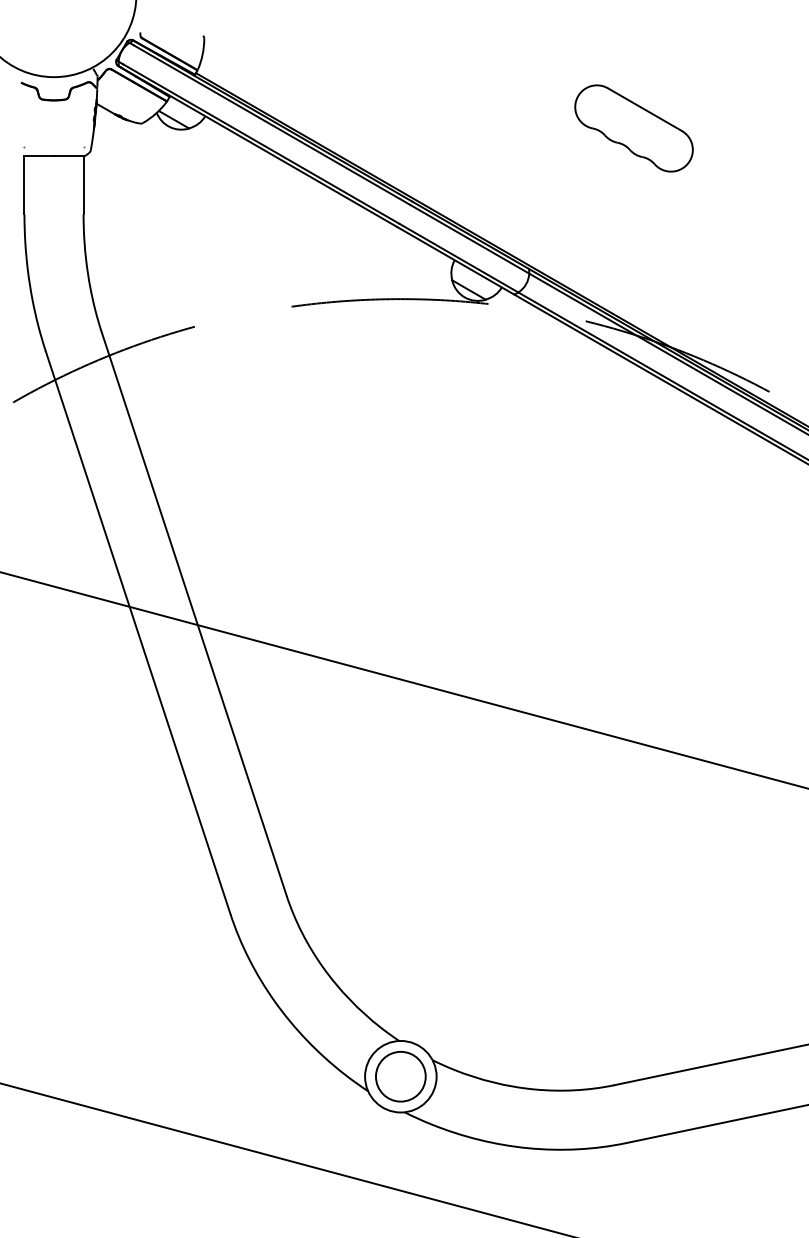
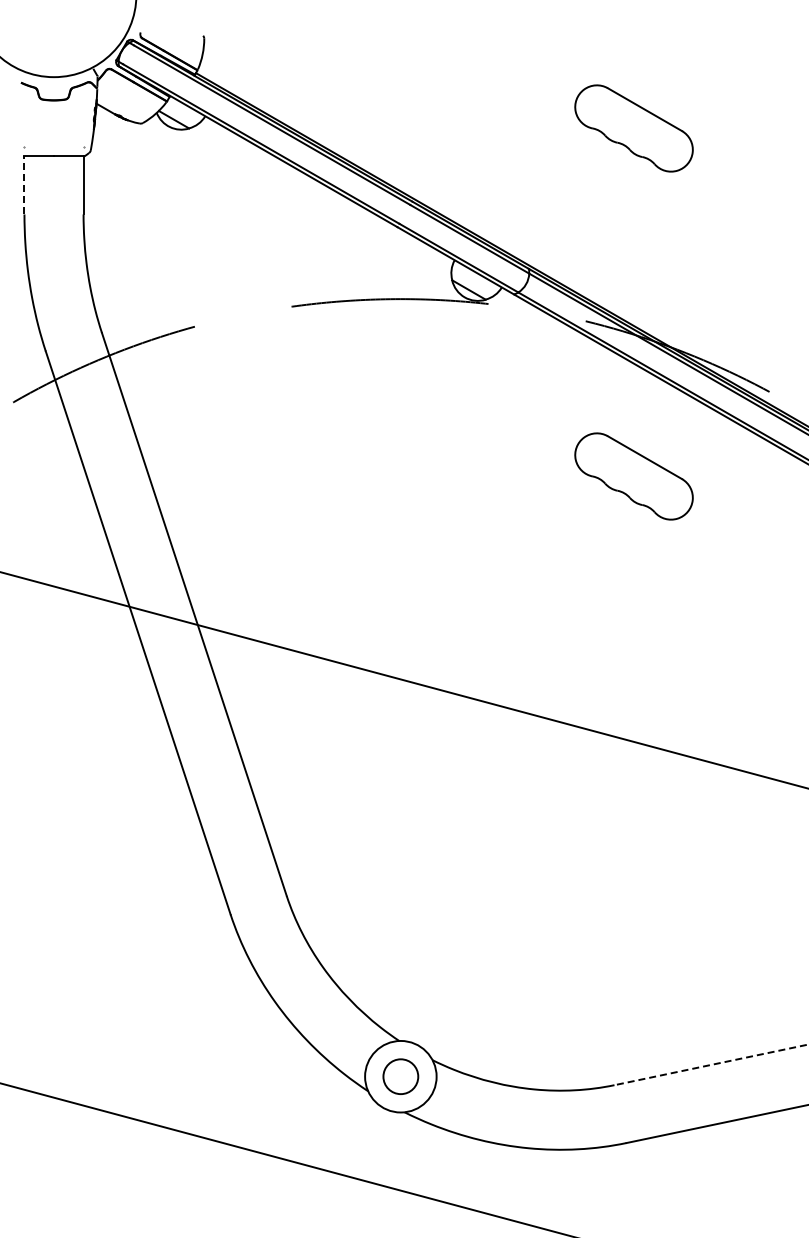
line at (24, 185): solid -> dashed
part at (633, 476): none -> present
line at (711, 1064): solid -> dashed
circle at (400, 1076) diameter: 50 px -> 35 px
